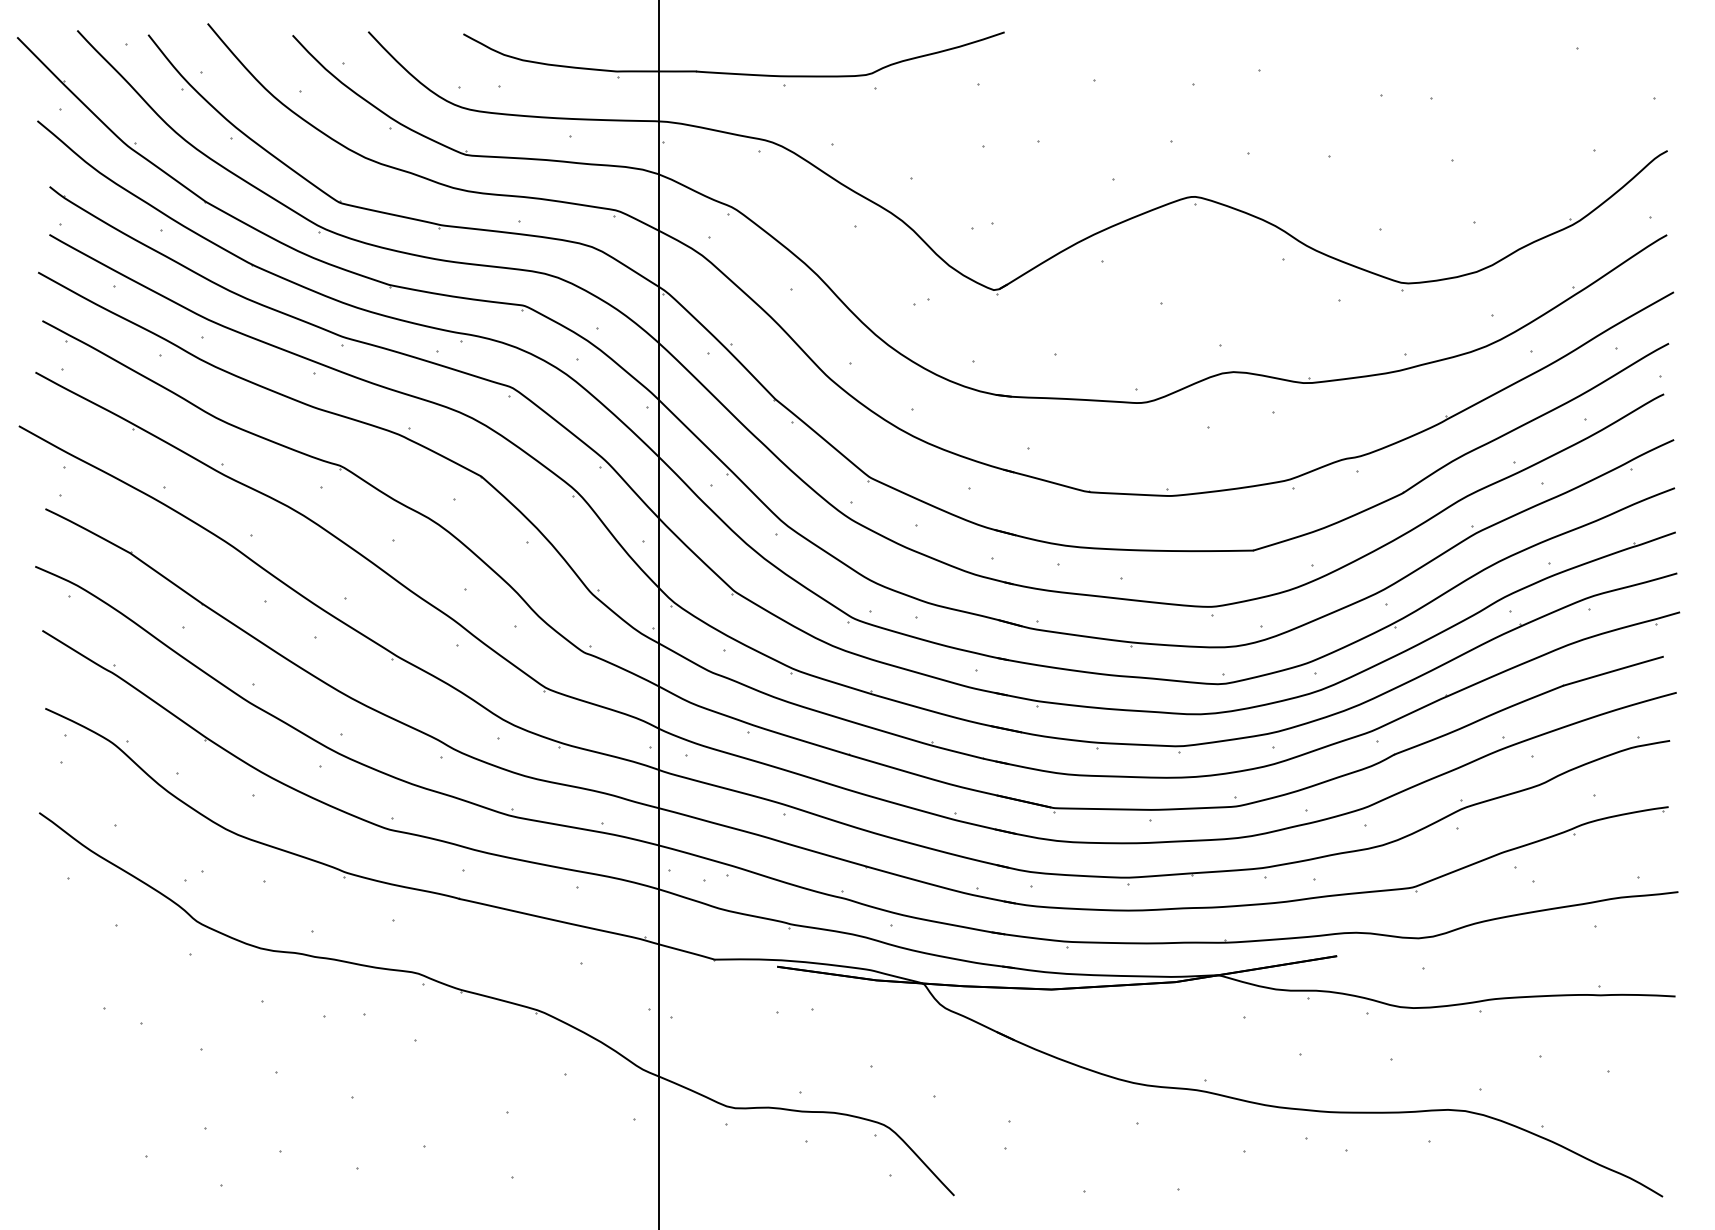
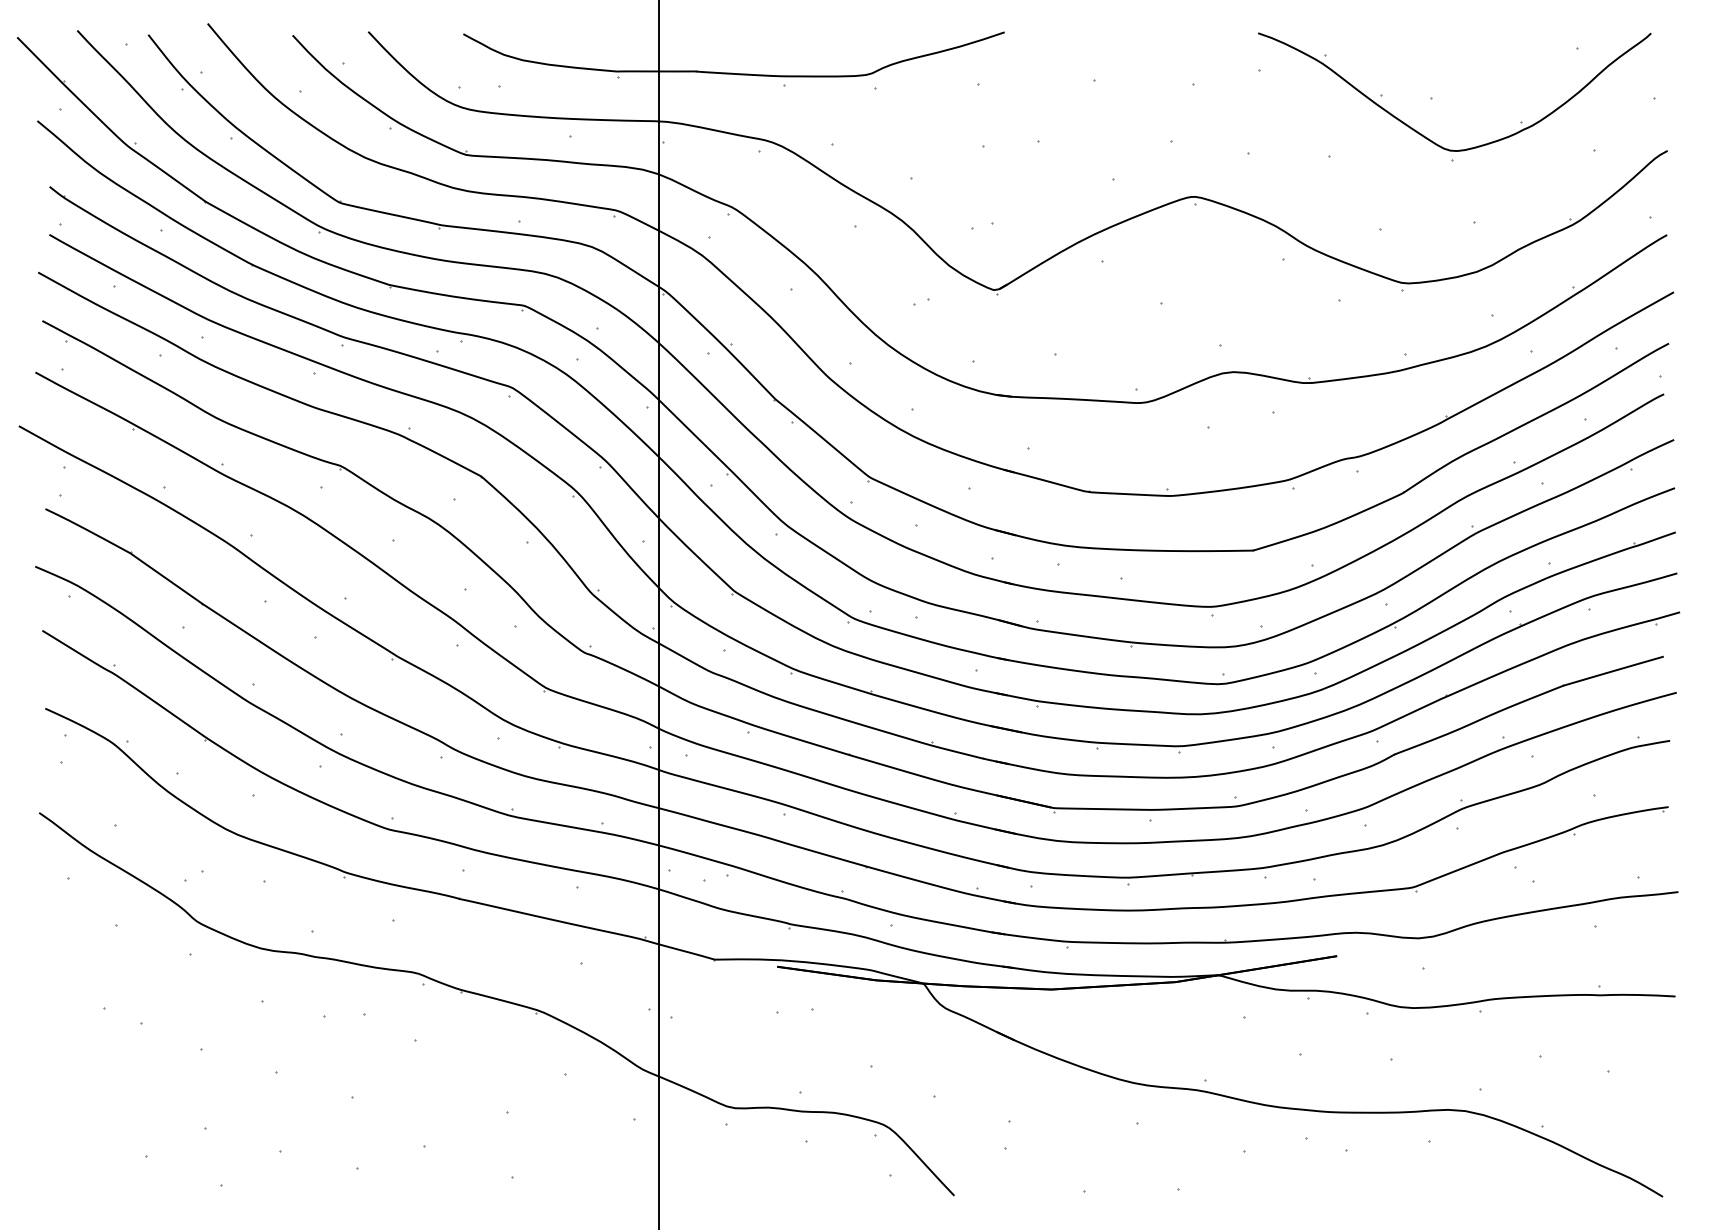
part at (1424, 135): none -> present
